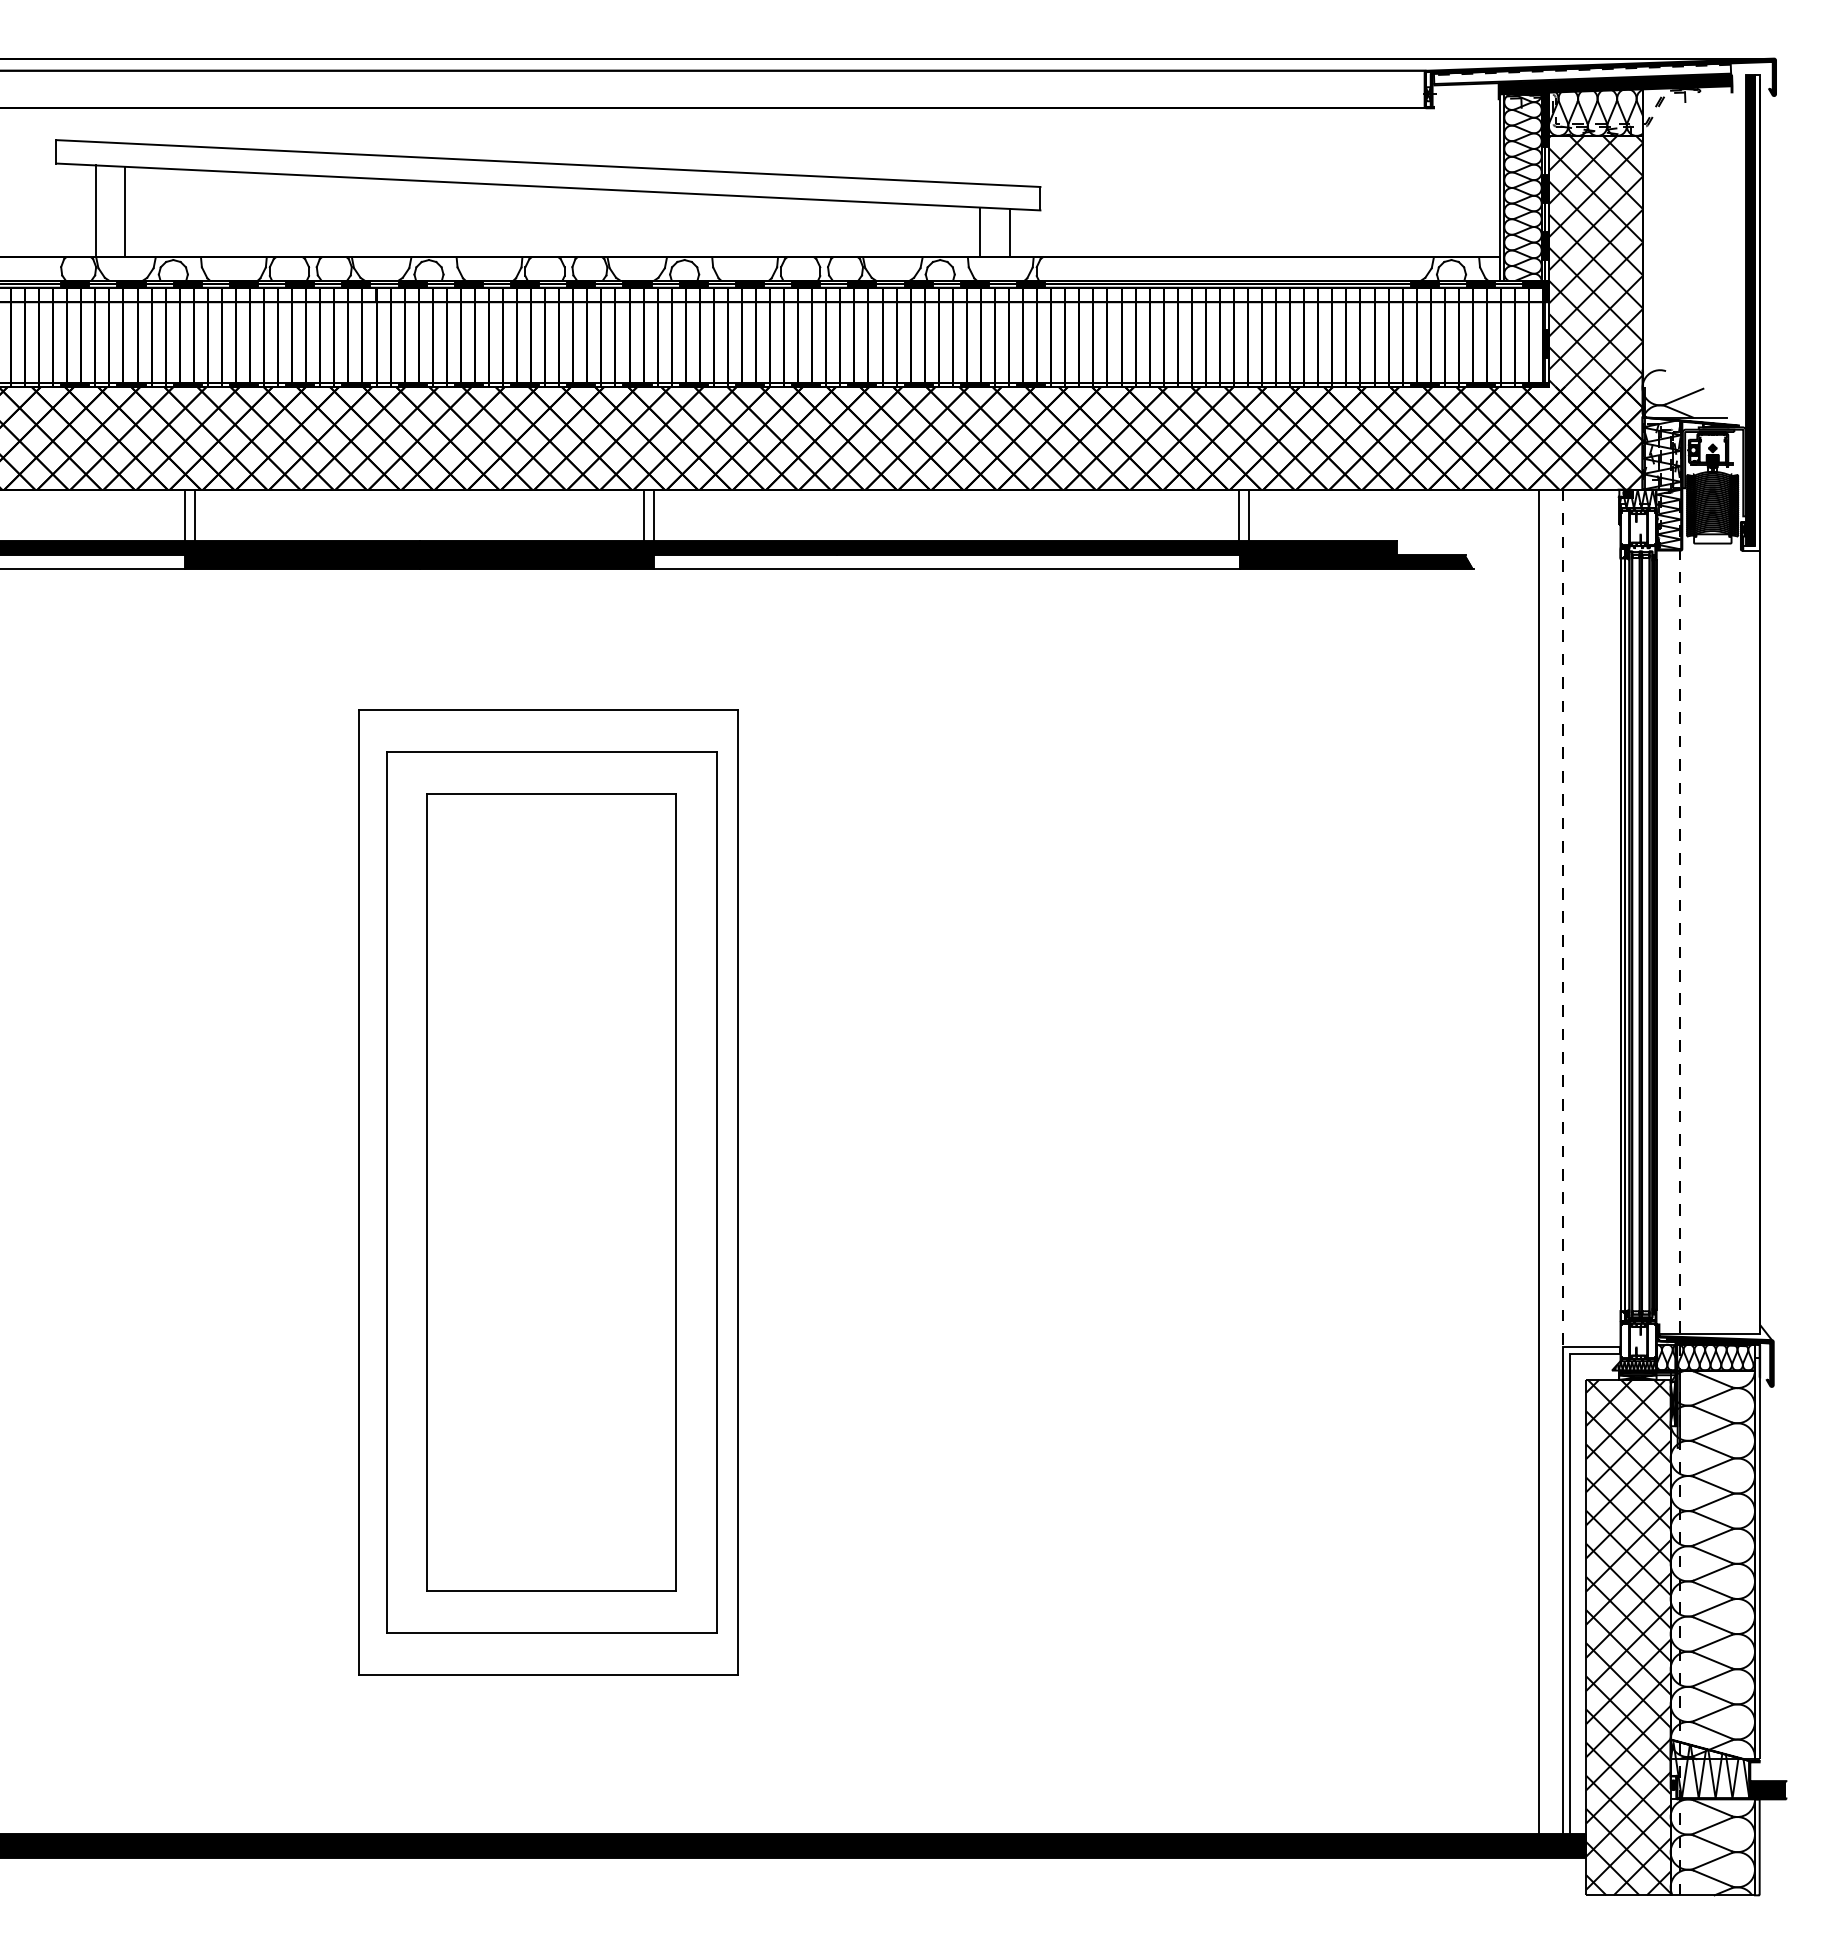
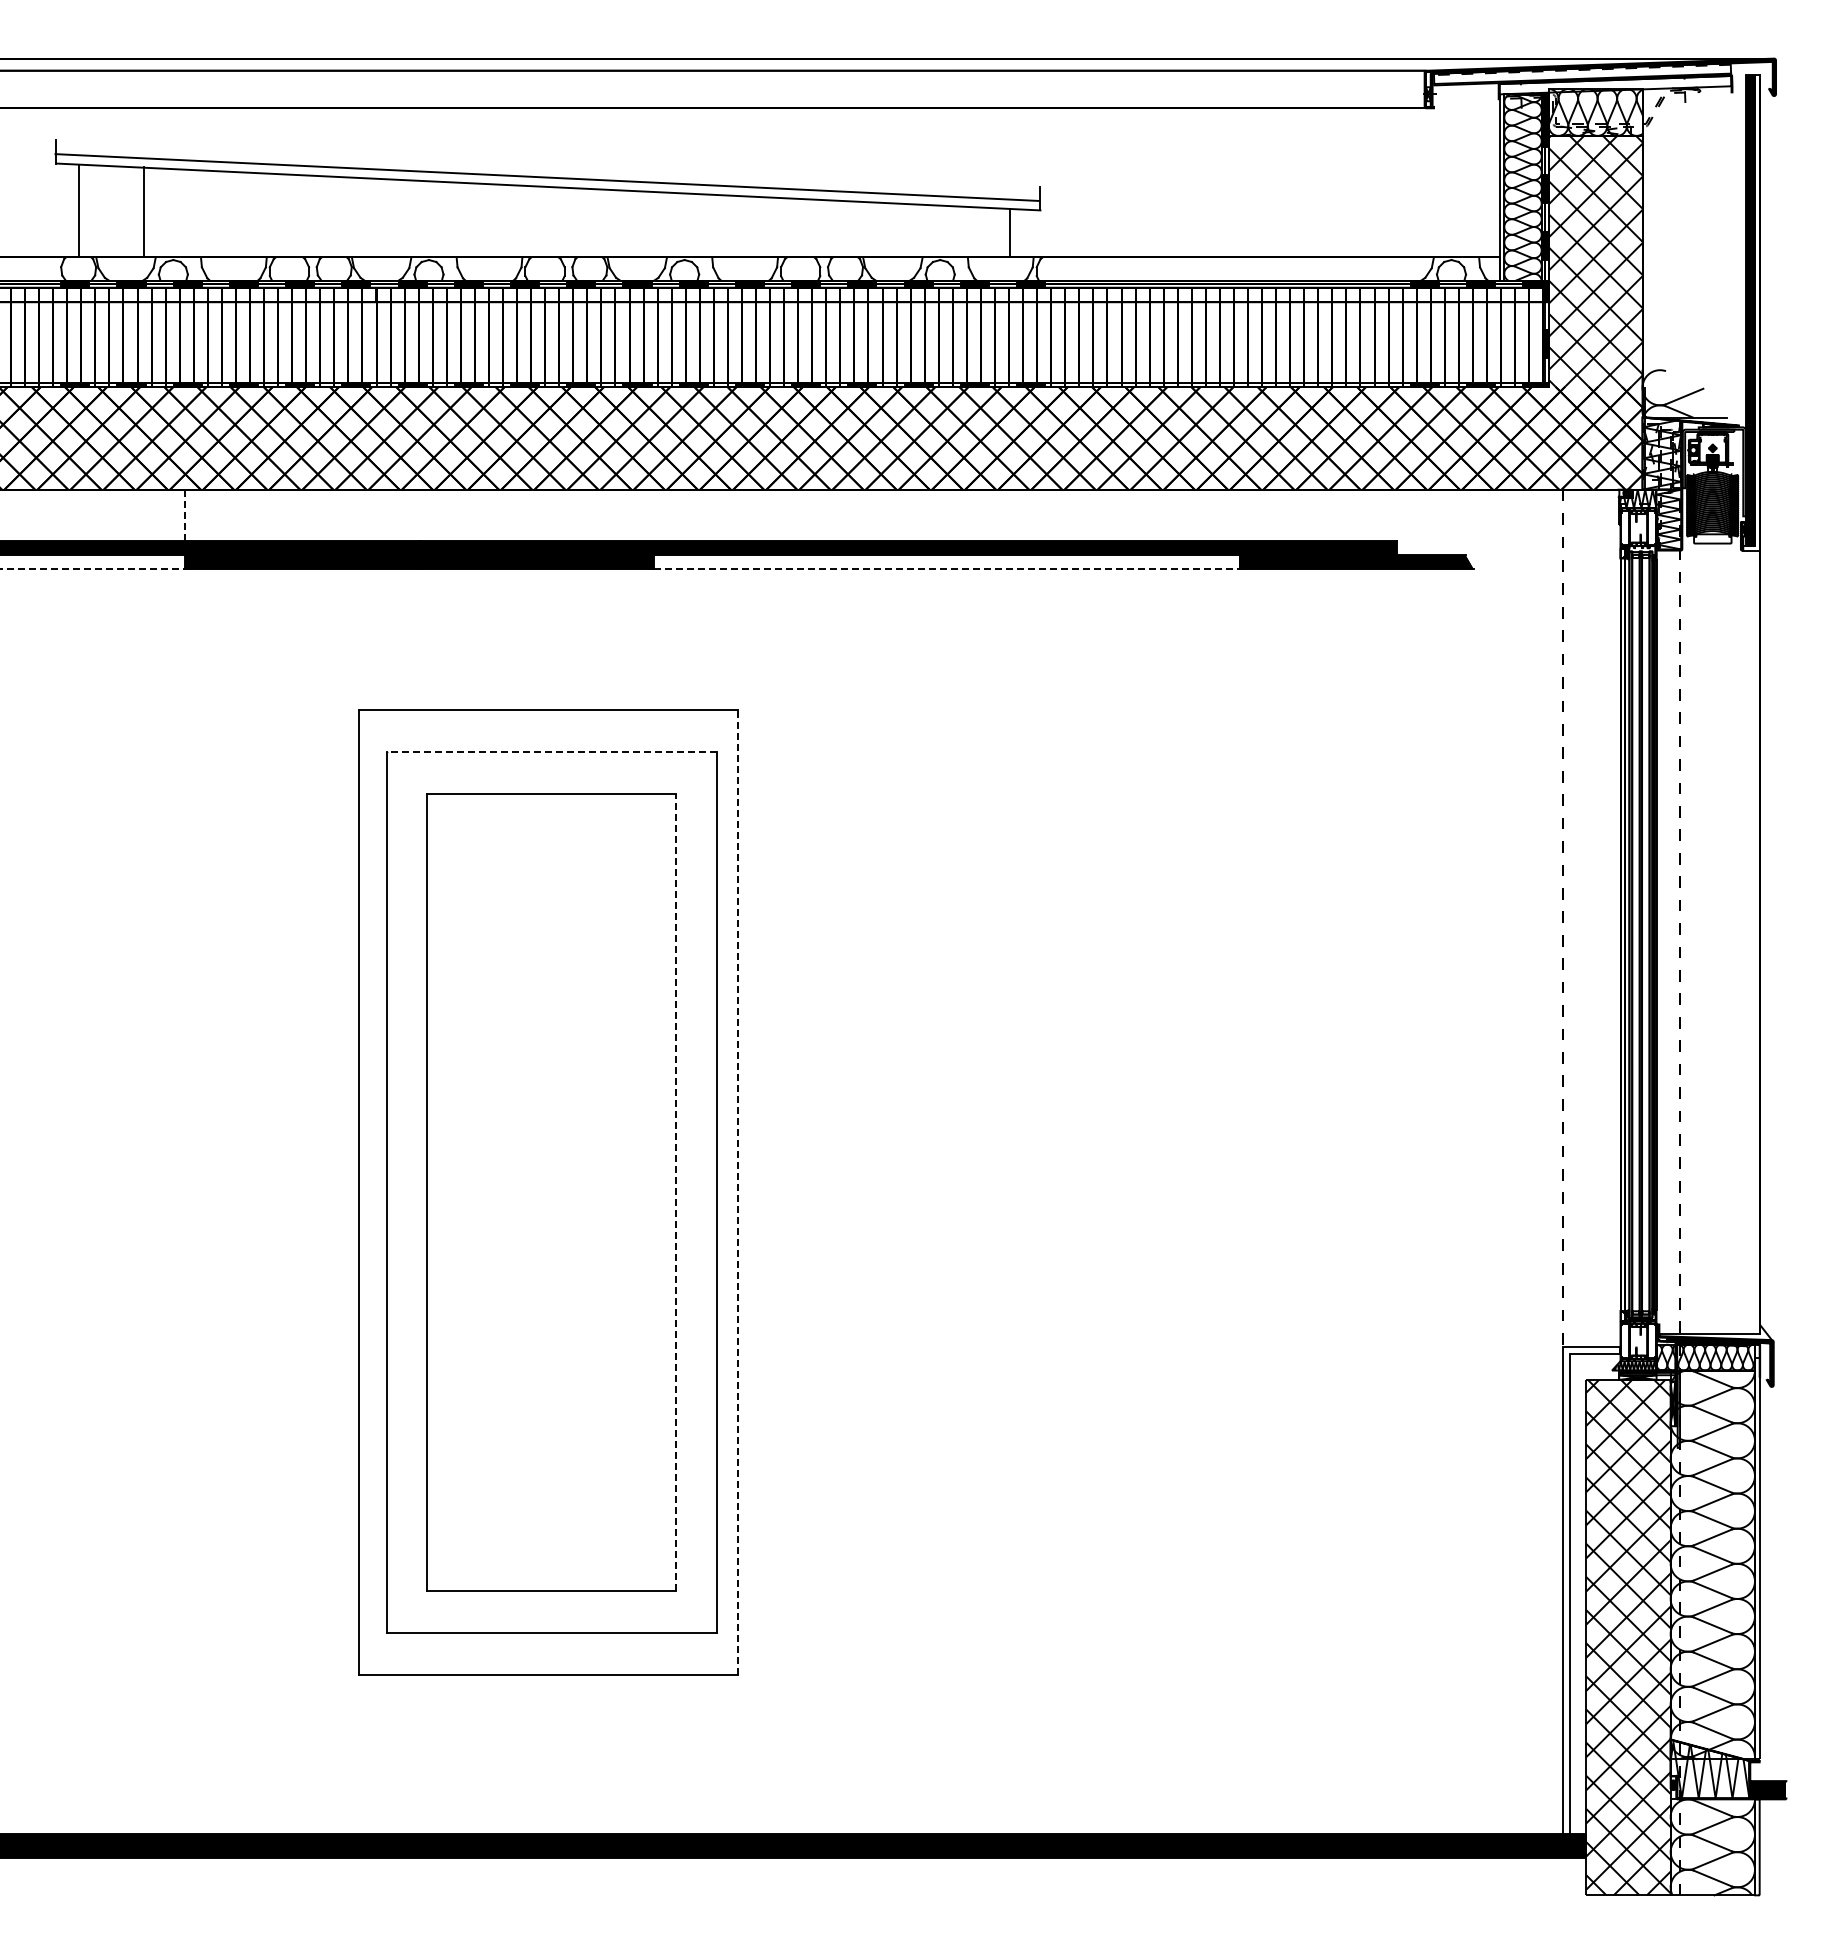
fill at (1615, 84): present -> none
line at (548, 163) position: (548, 163) -> (547, 177)
line at (95, 211) position: (95, 211) -> (78, 211)
line at (125, 211) position: (125, 211) -> (144, 211)
line at (979, 232): present -> none
line at (185, 515): solid -> dashed
line at (194, 515): present -> none
line at (644, 515): present -> none
line at (653, 515): present -> none
line at (1239, 515): present -> none
line at (1248, 515): present -> none
line at (93, 569): solid -> dashed
line at (946, 569): solid -> dashed
line at (551, 752): solid -> dashed
line at (1539, 1161): present -> none
line at (676, 1192): solid -> dashed
line at (738, 1192): solid -> dashed
